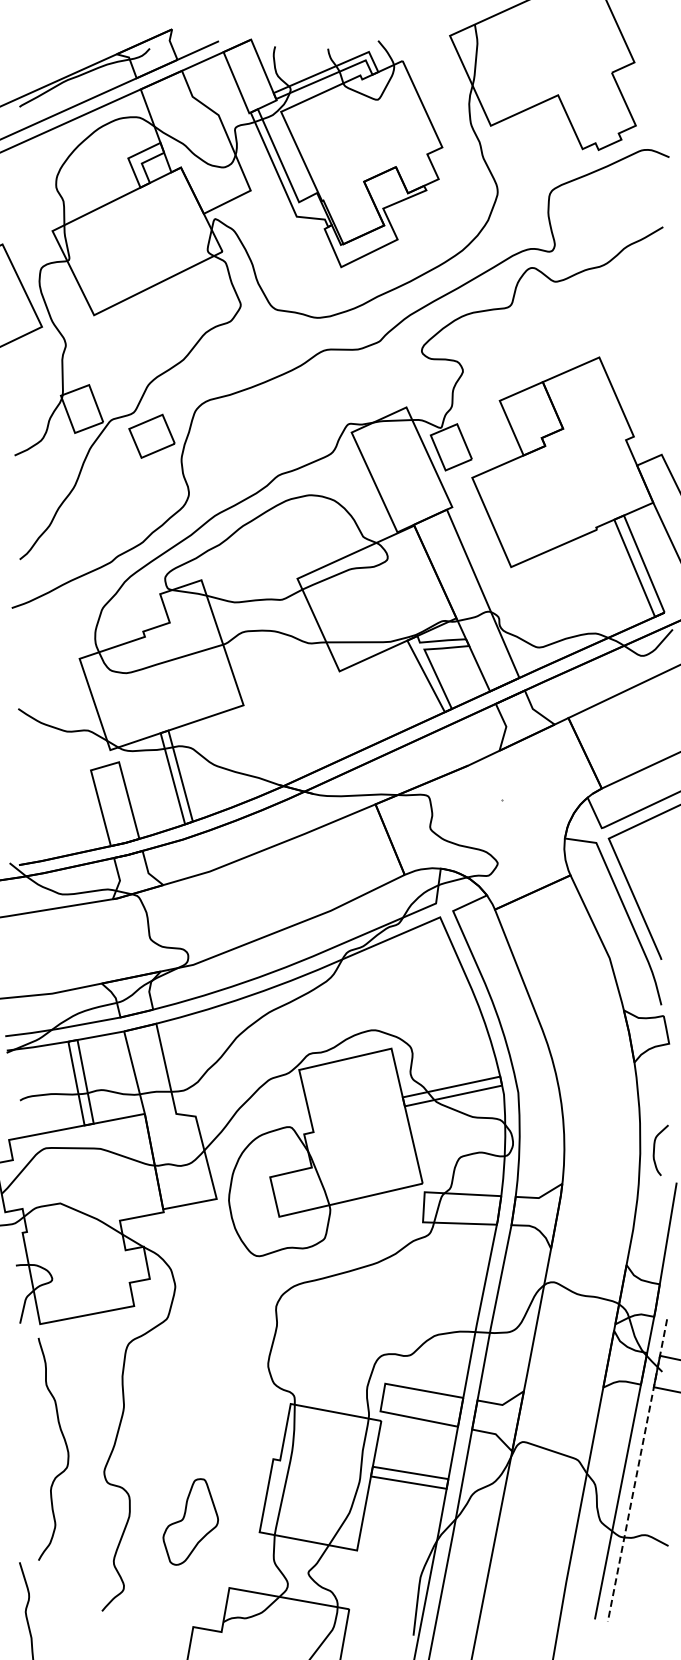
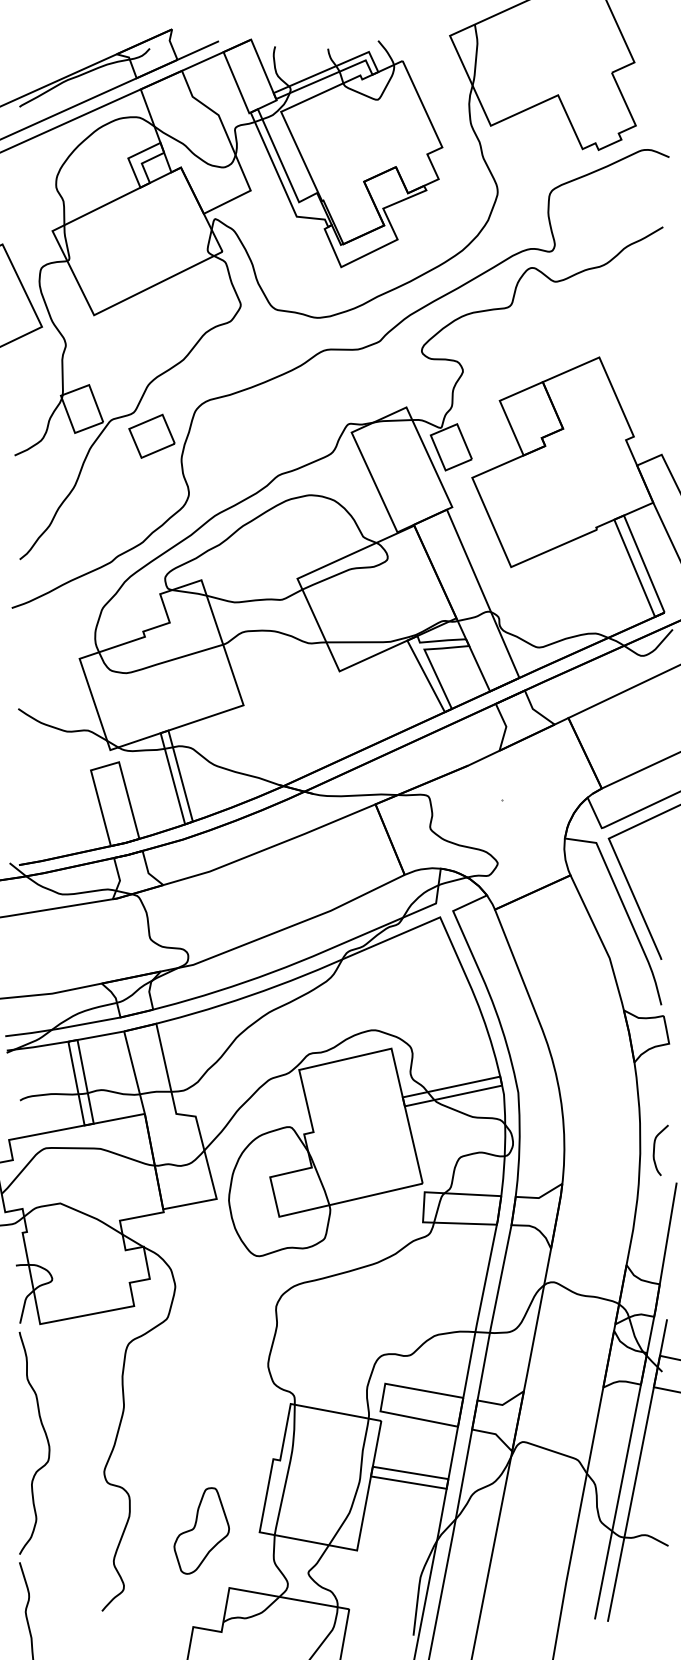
curve at (65, 1445) position: (65, 1445) -> (46, 1439)
line at (637, 1469): dashed -> solid
part at (190, 1521) position: (190, 1521) -> (201, 1530)
